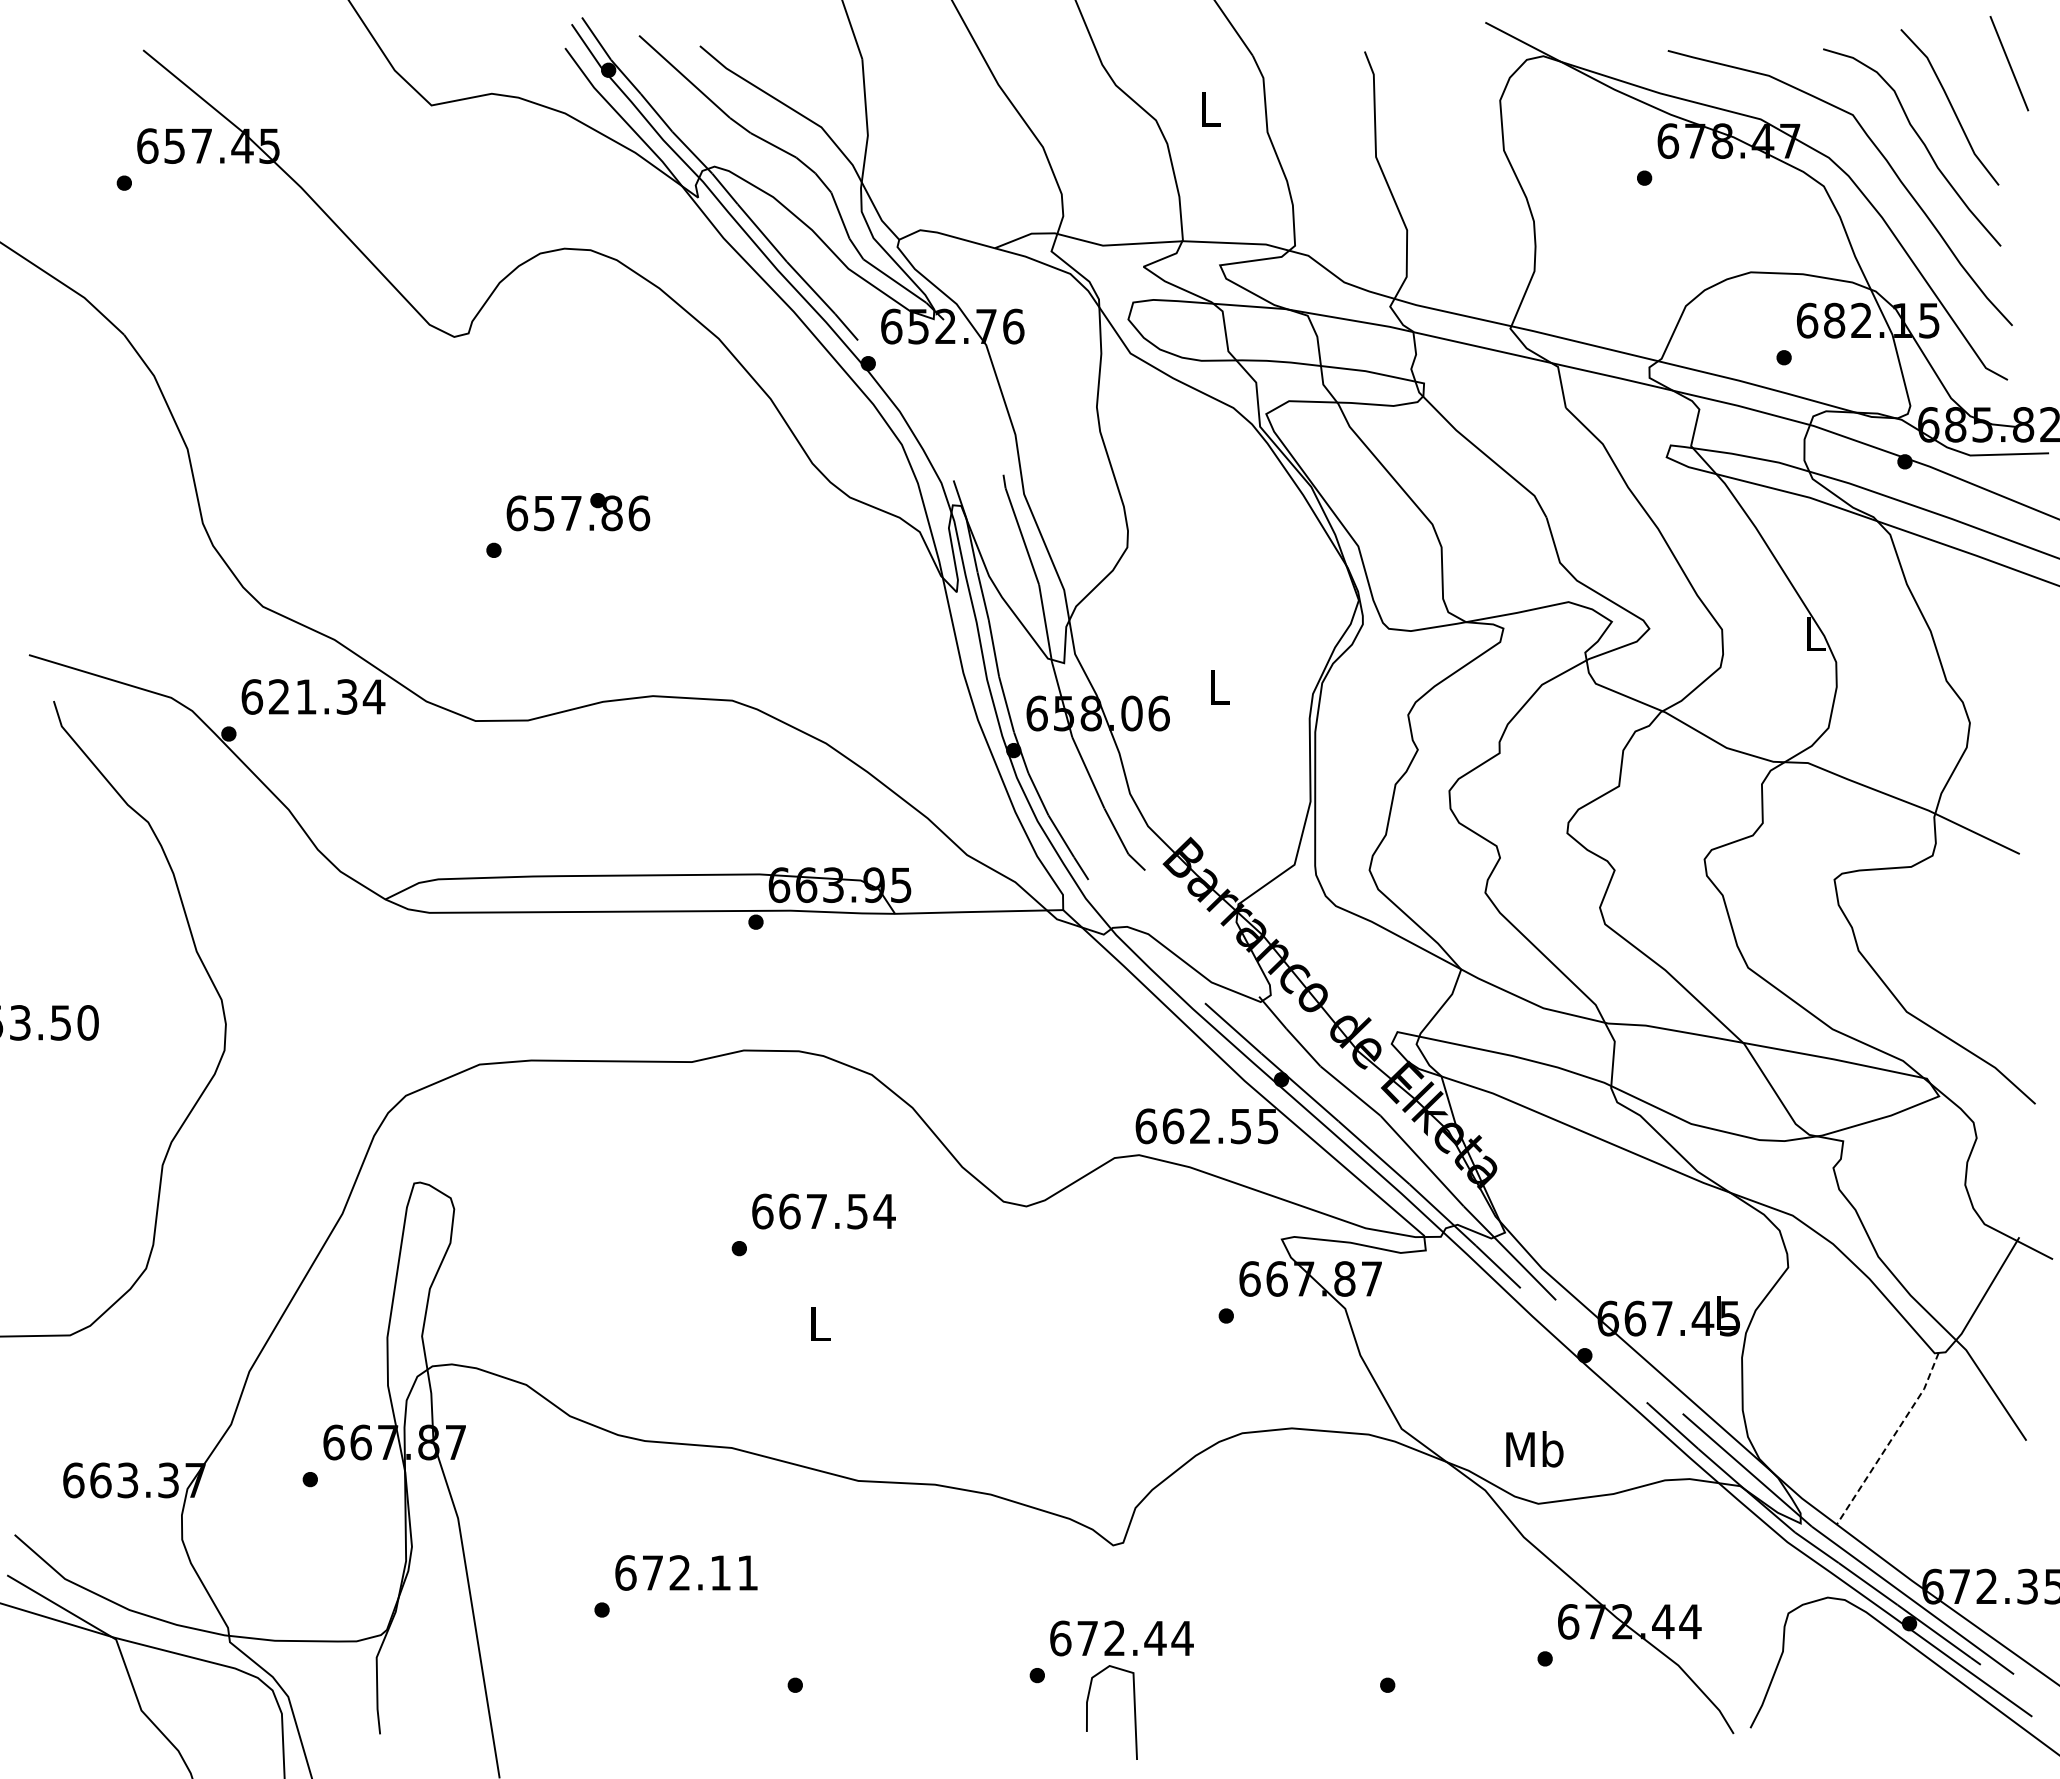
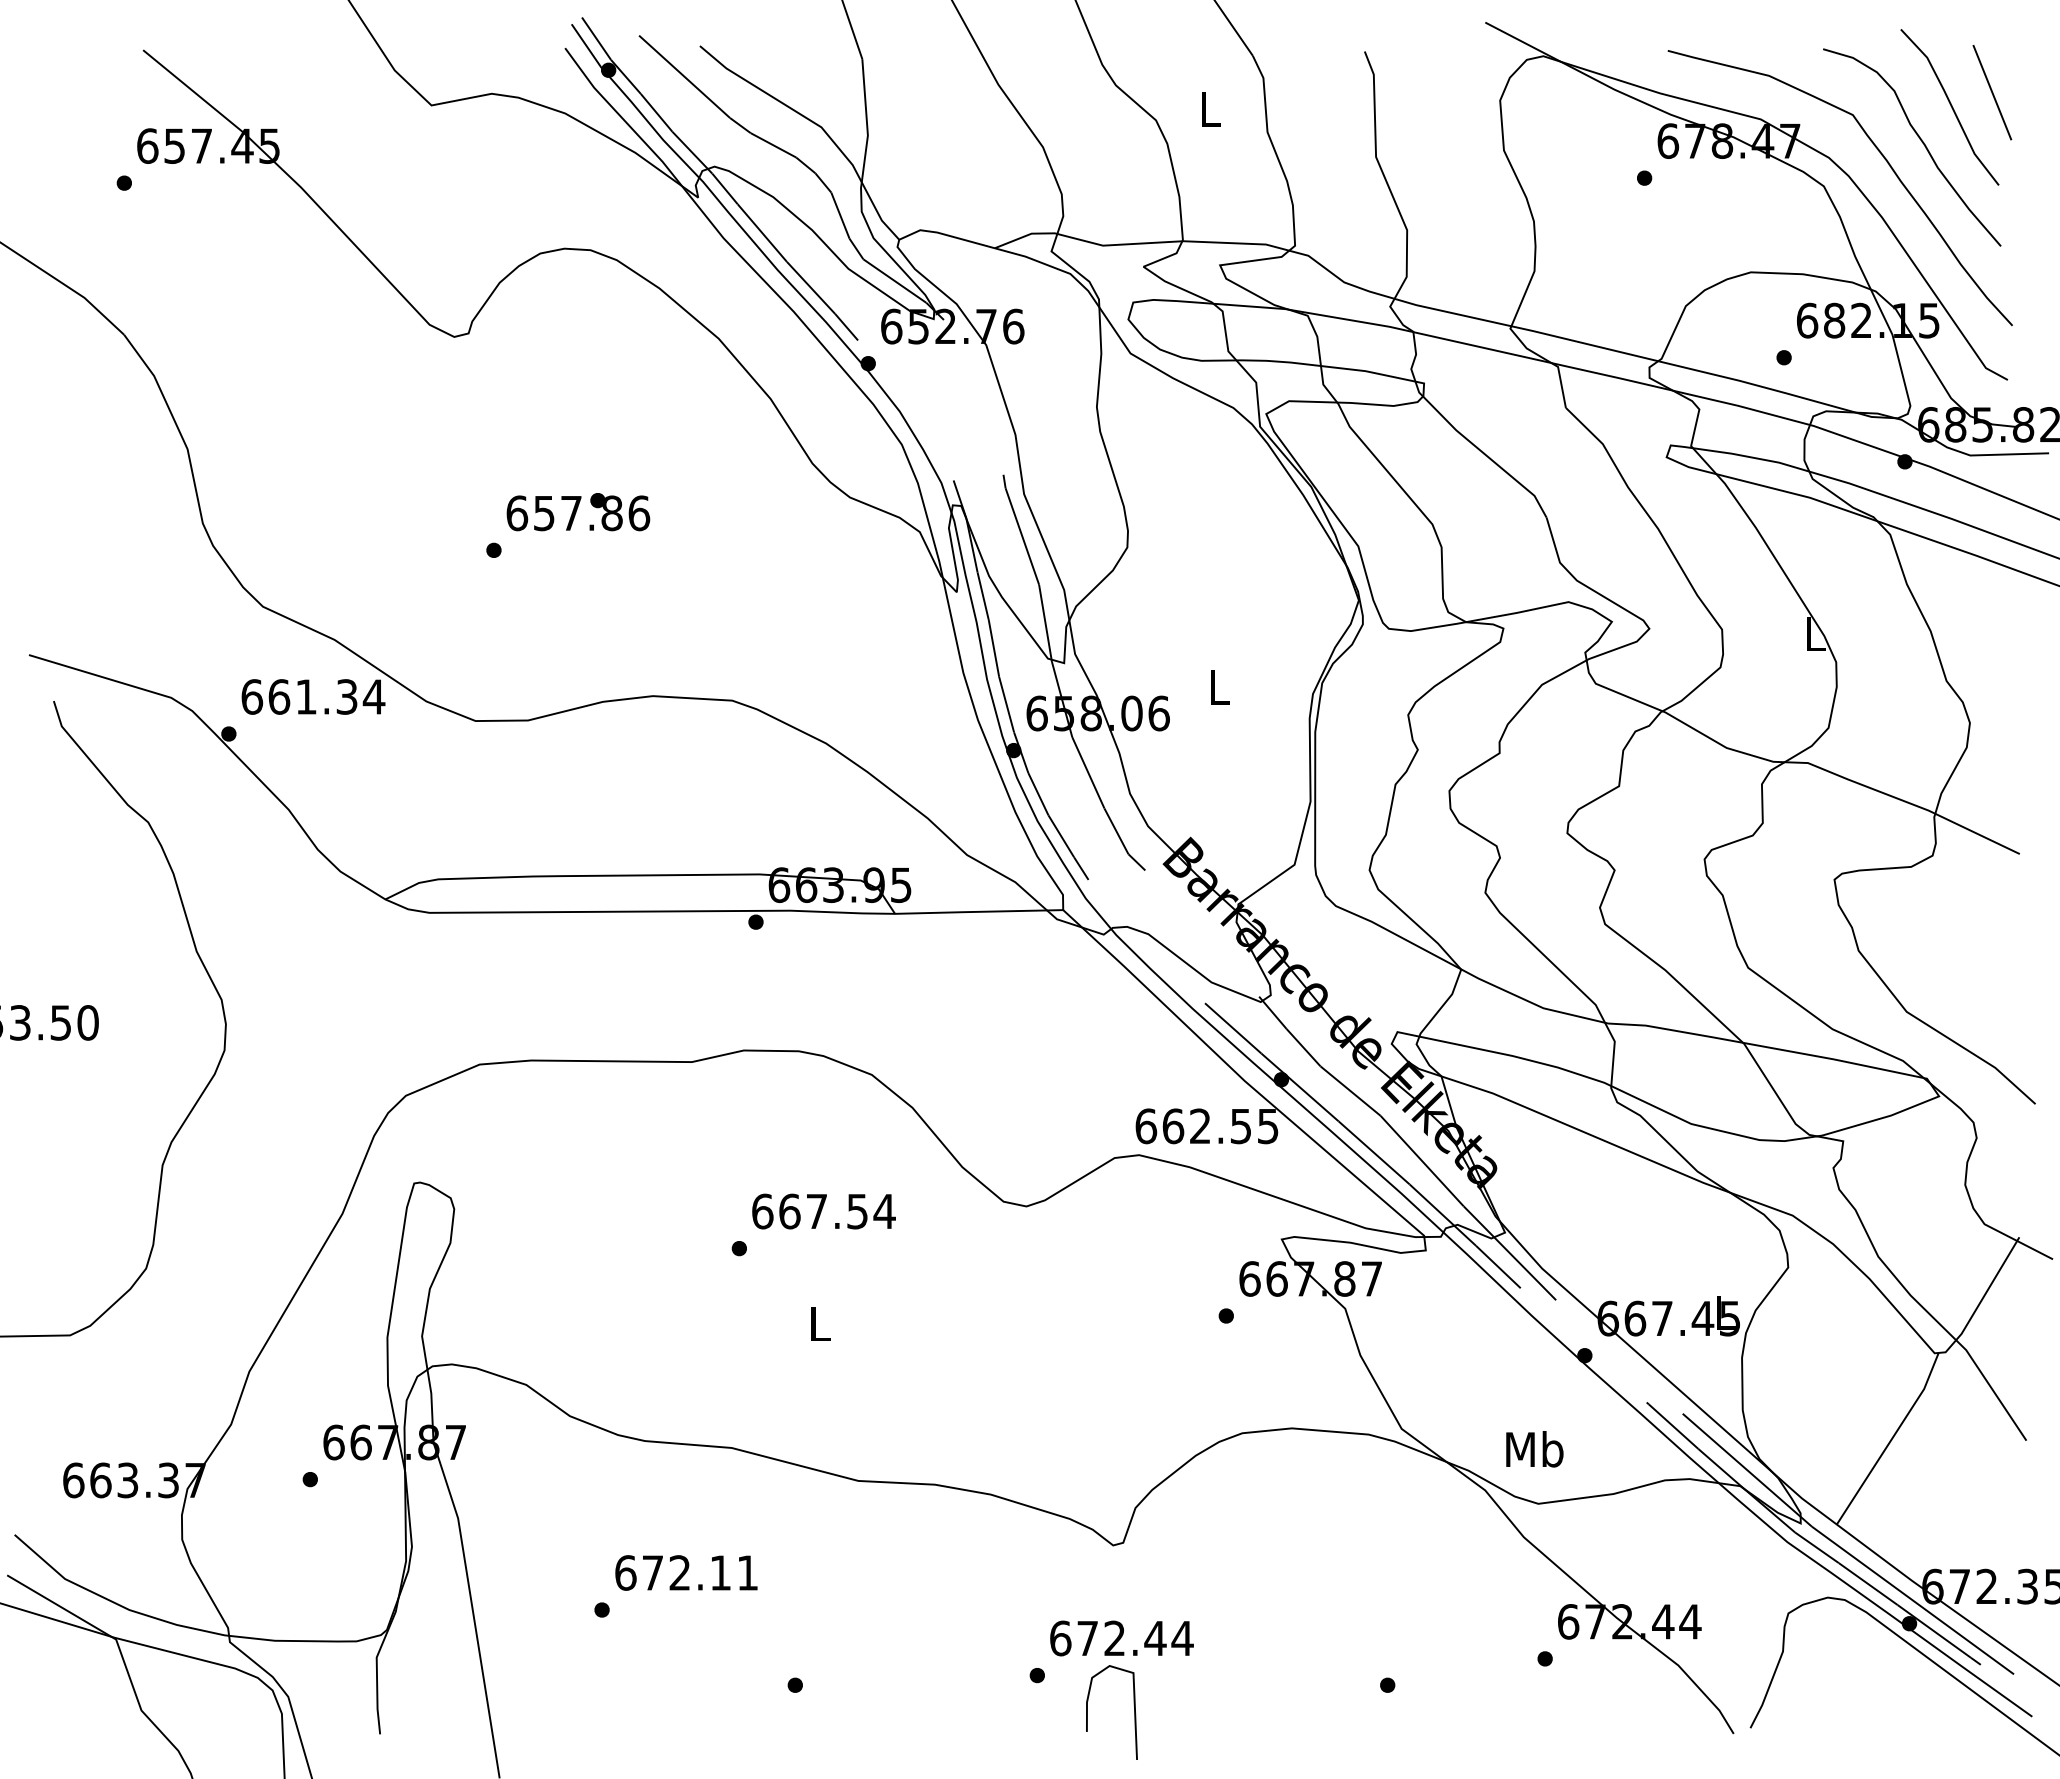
line at (2009, 63) position: (2009, 63) -> (1992, 92)
text at (279, 696): 621.34 -> 661.34
line at (1891, 1440): dashed -> solid
